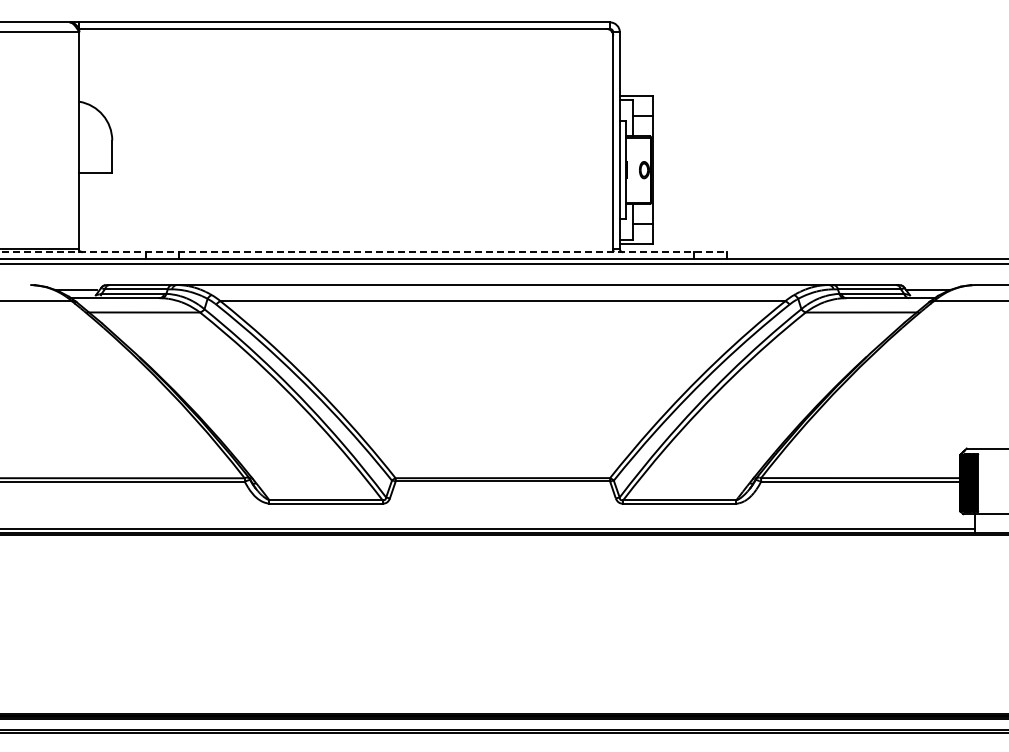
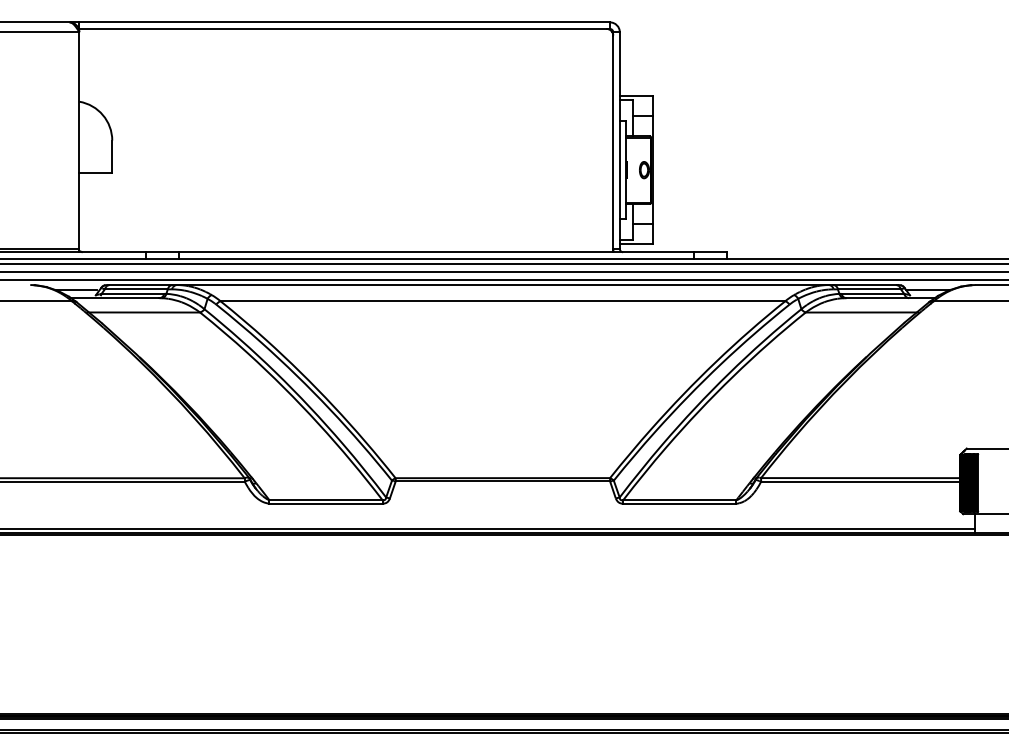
line at (364, 252): dashed -> solid
line at (503, 271): none -> present
line at (503, 280): none -> present
